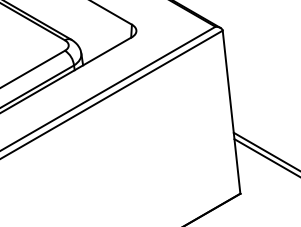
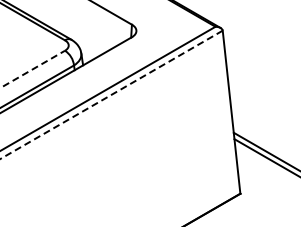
line at (32, 69): solid -> dashed
line at (111, 95): solid -> dashed
